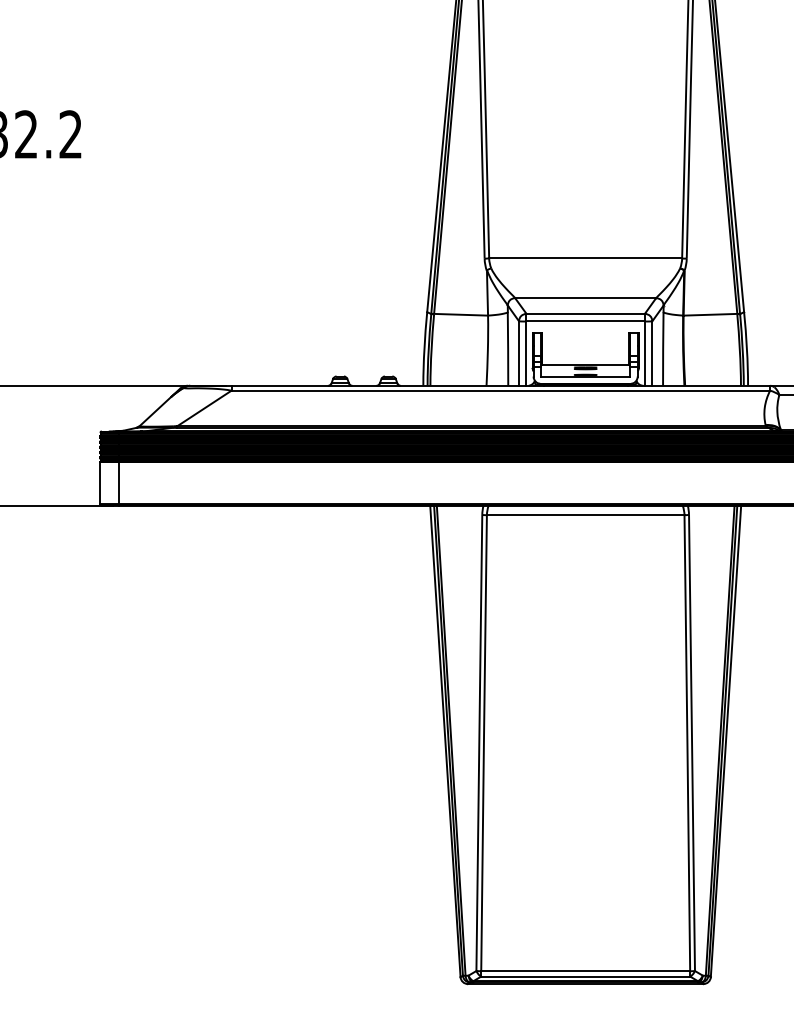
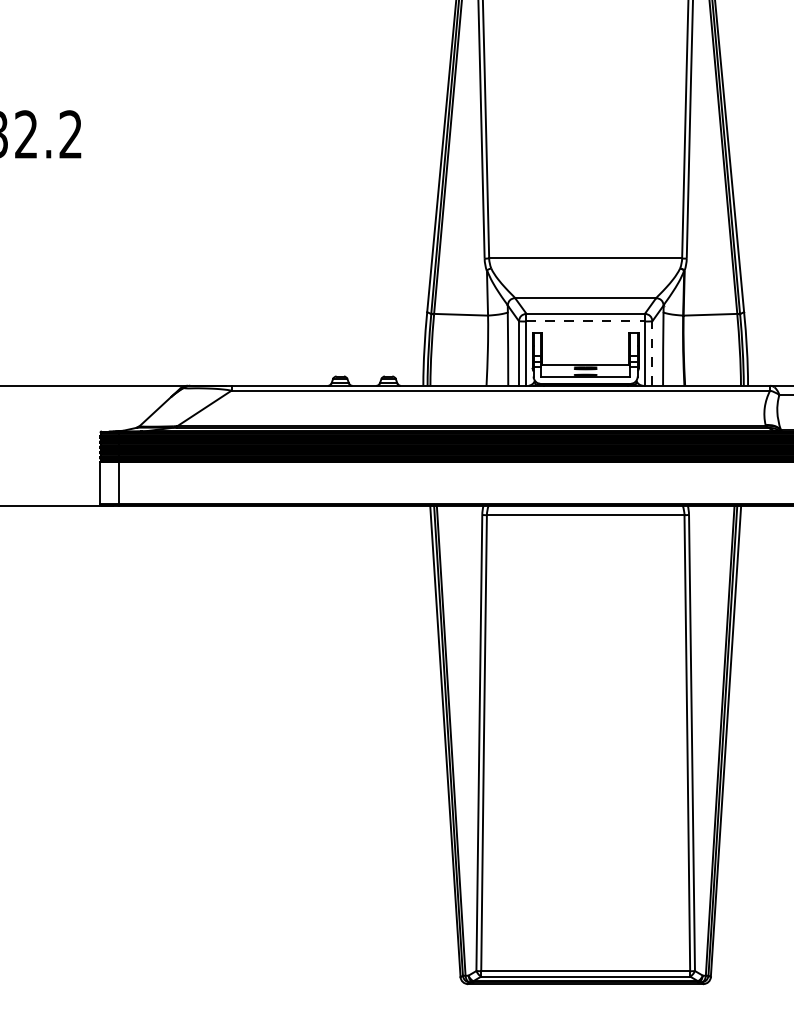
line at (586, 321): solid -> dashed
line at (652, 353): solid -> dashed
